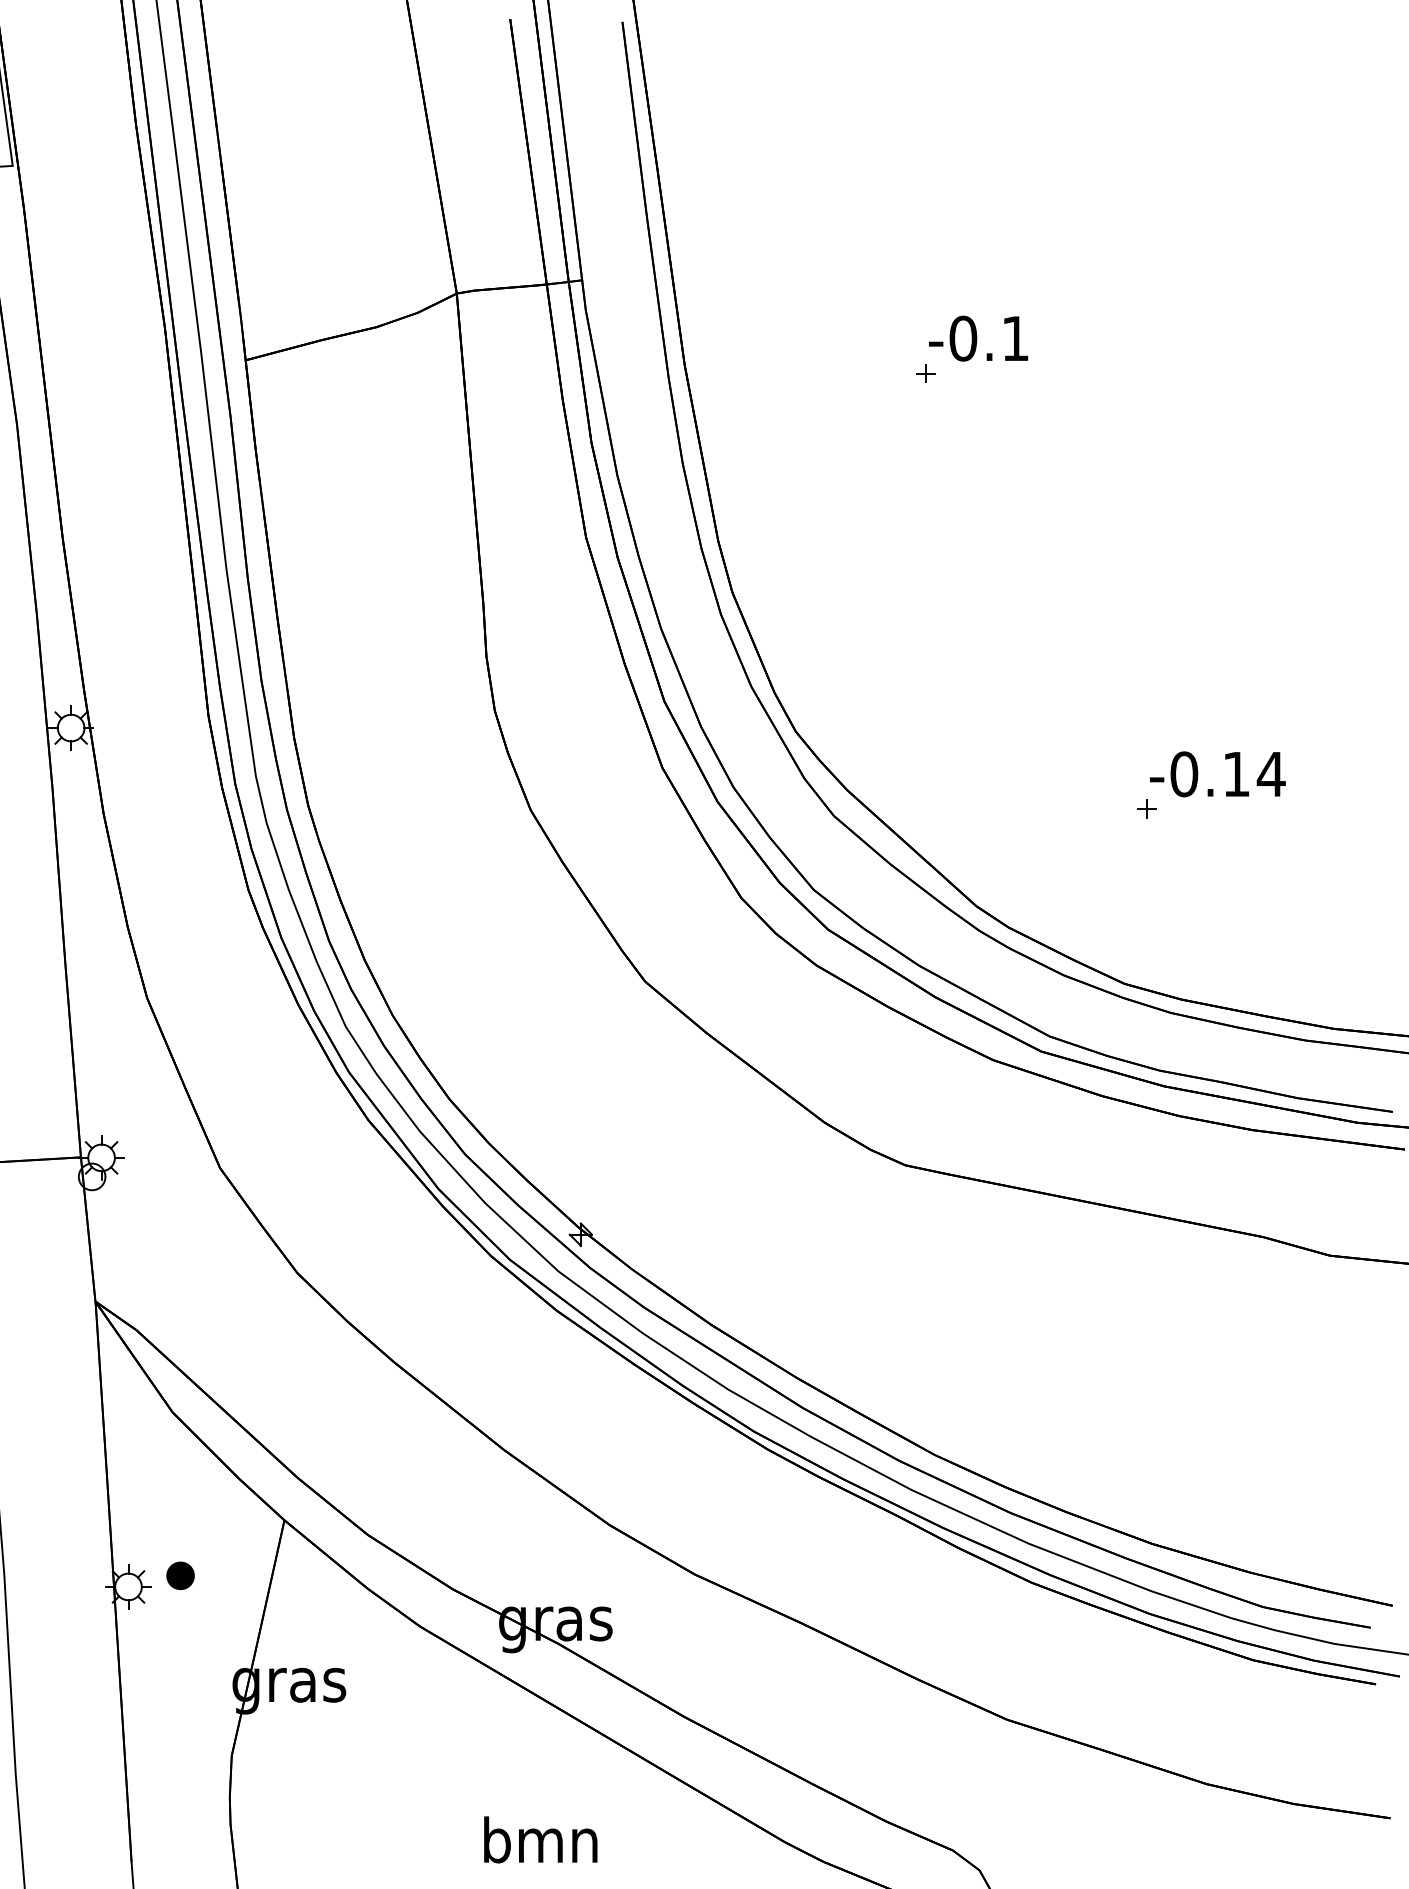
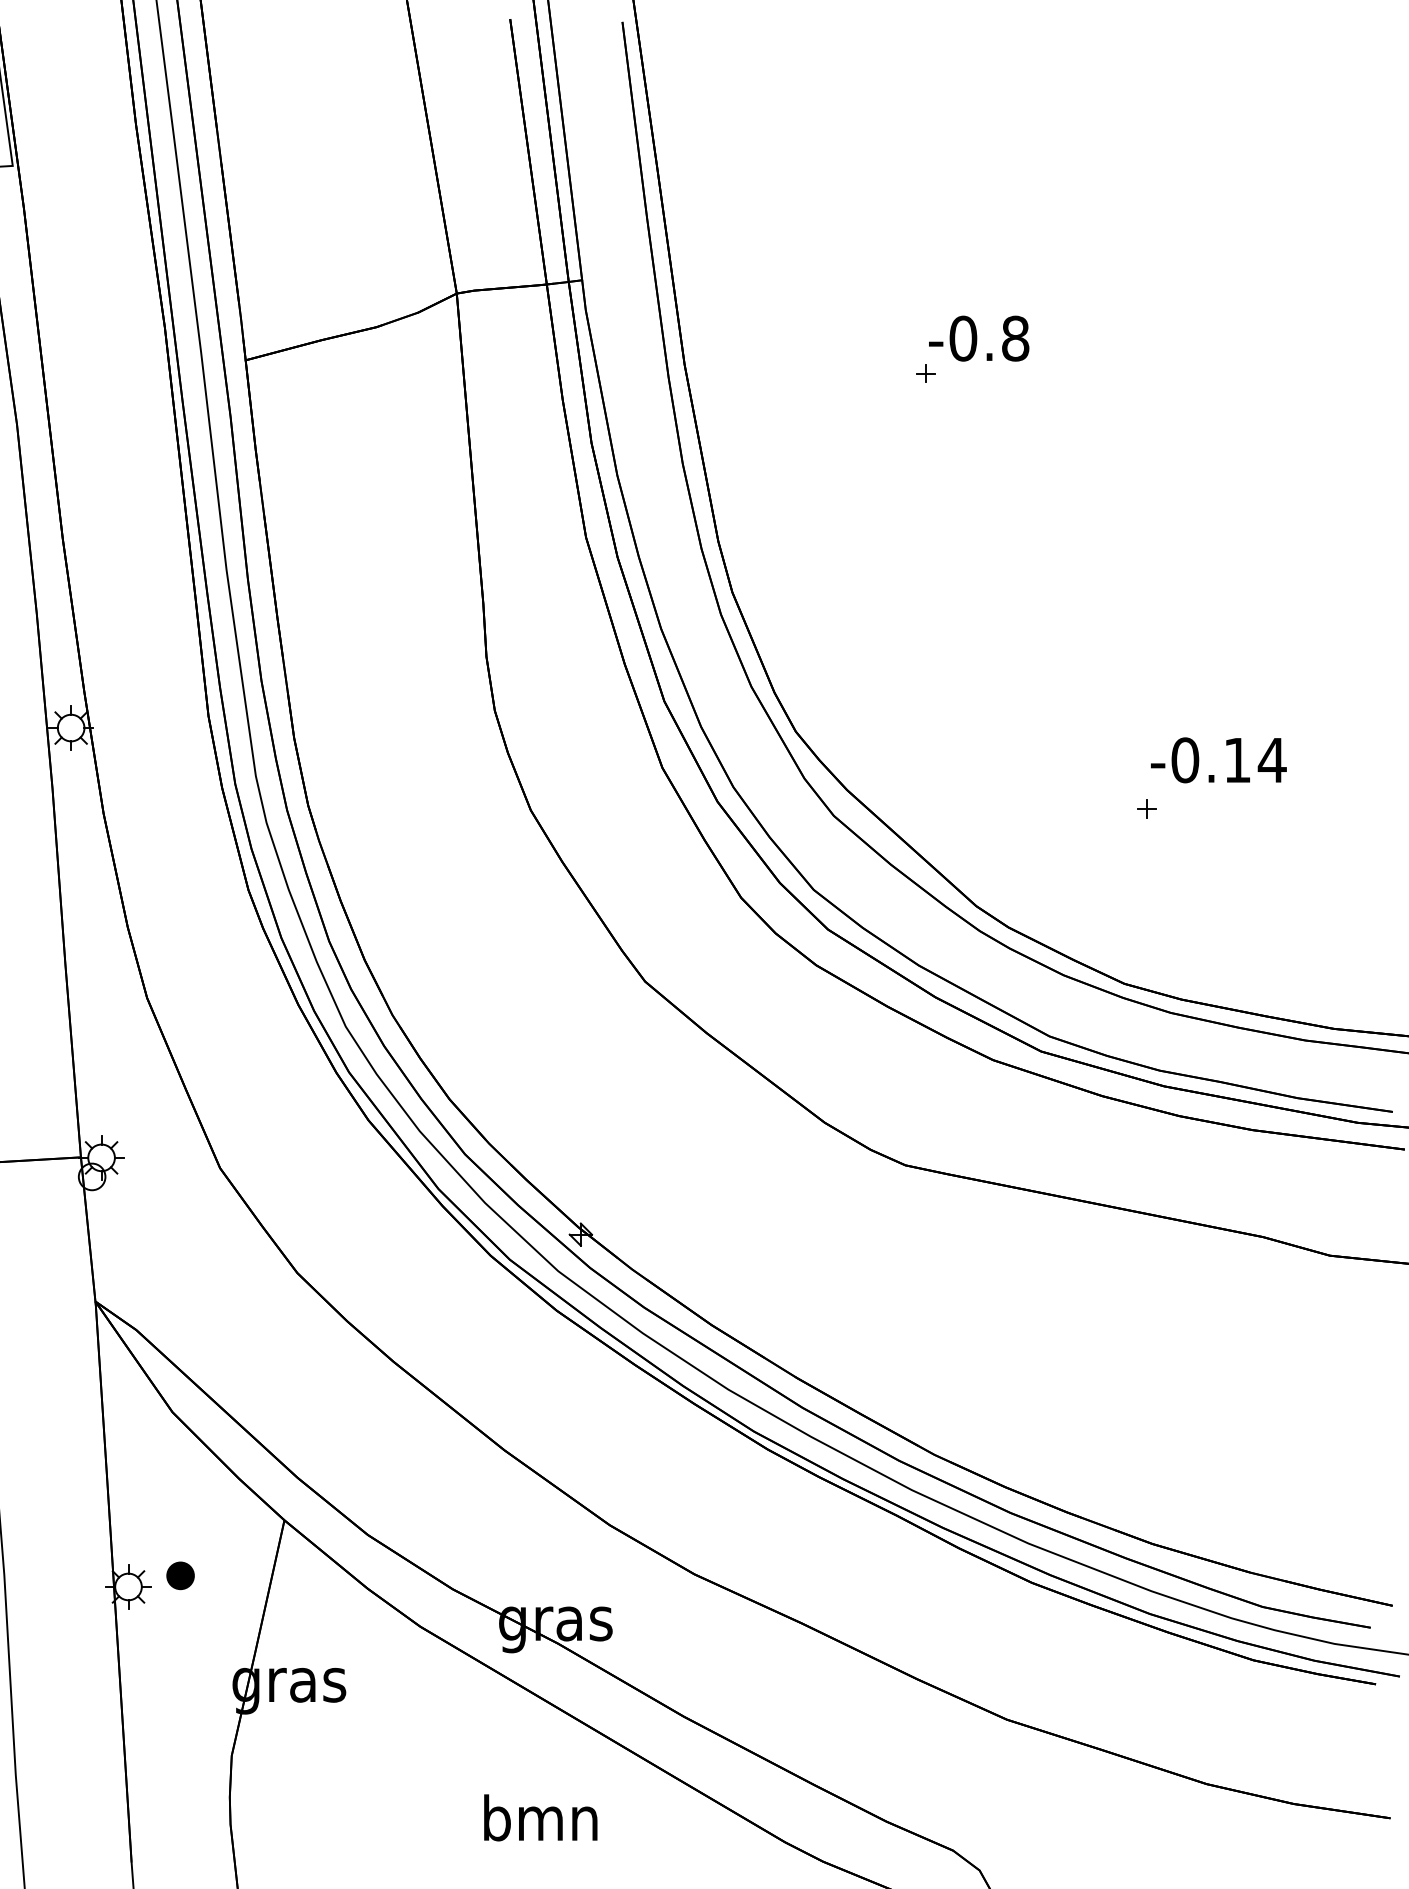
text at (1015, 338): -0.1 -> -0.8
text at (1217, 774) position: (1217, 774) -> (1218, 760)
text at (540, 1839) position: (540, 1839) -> (540, 1817)
